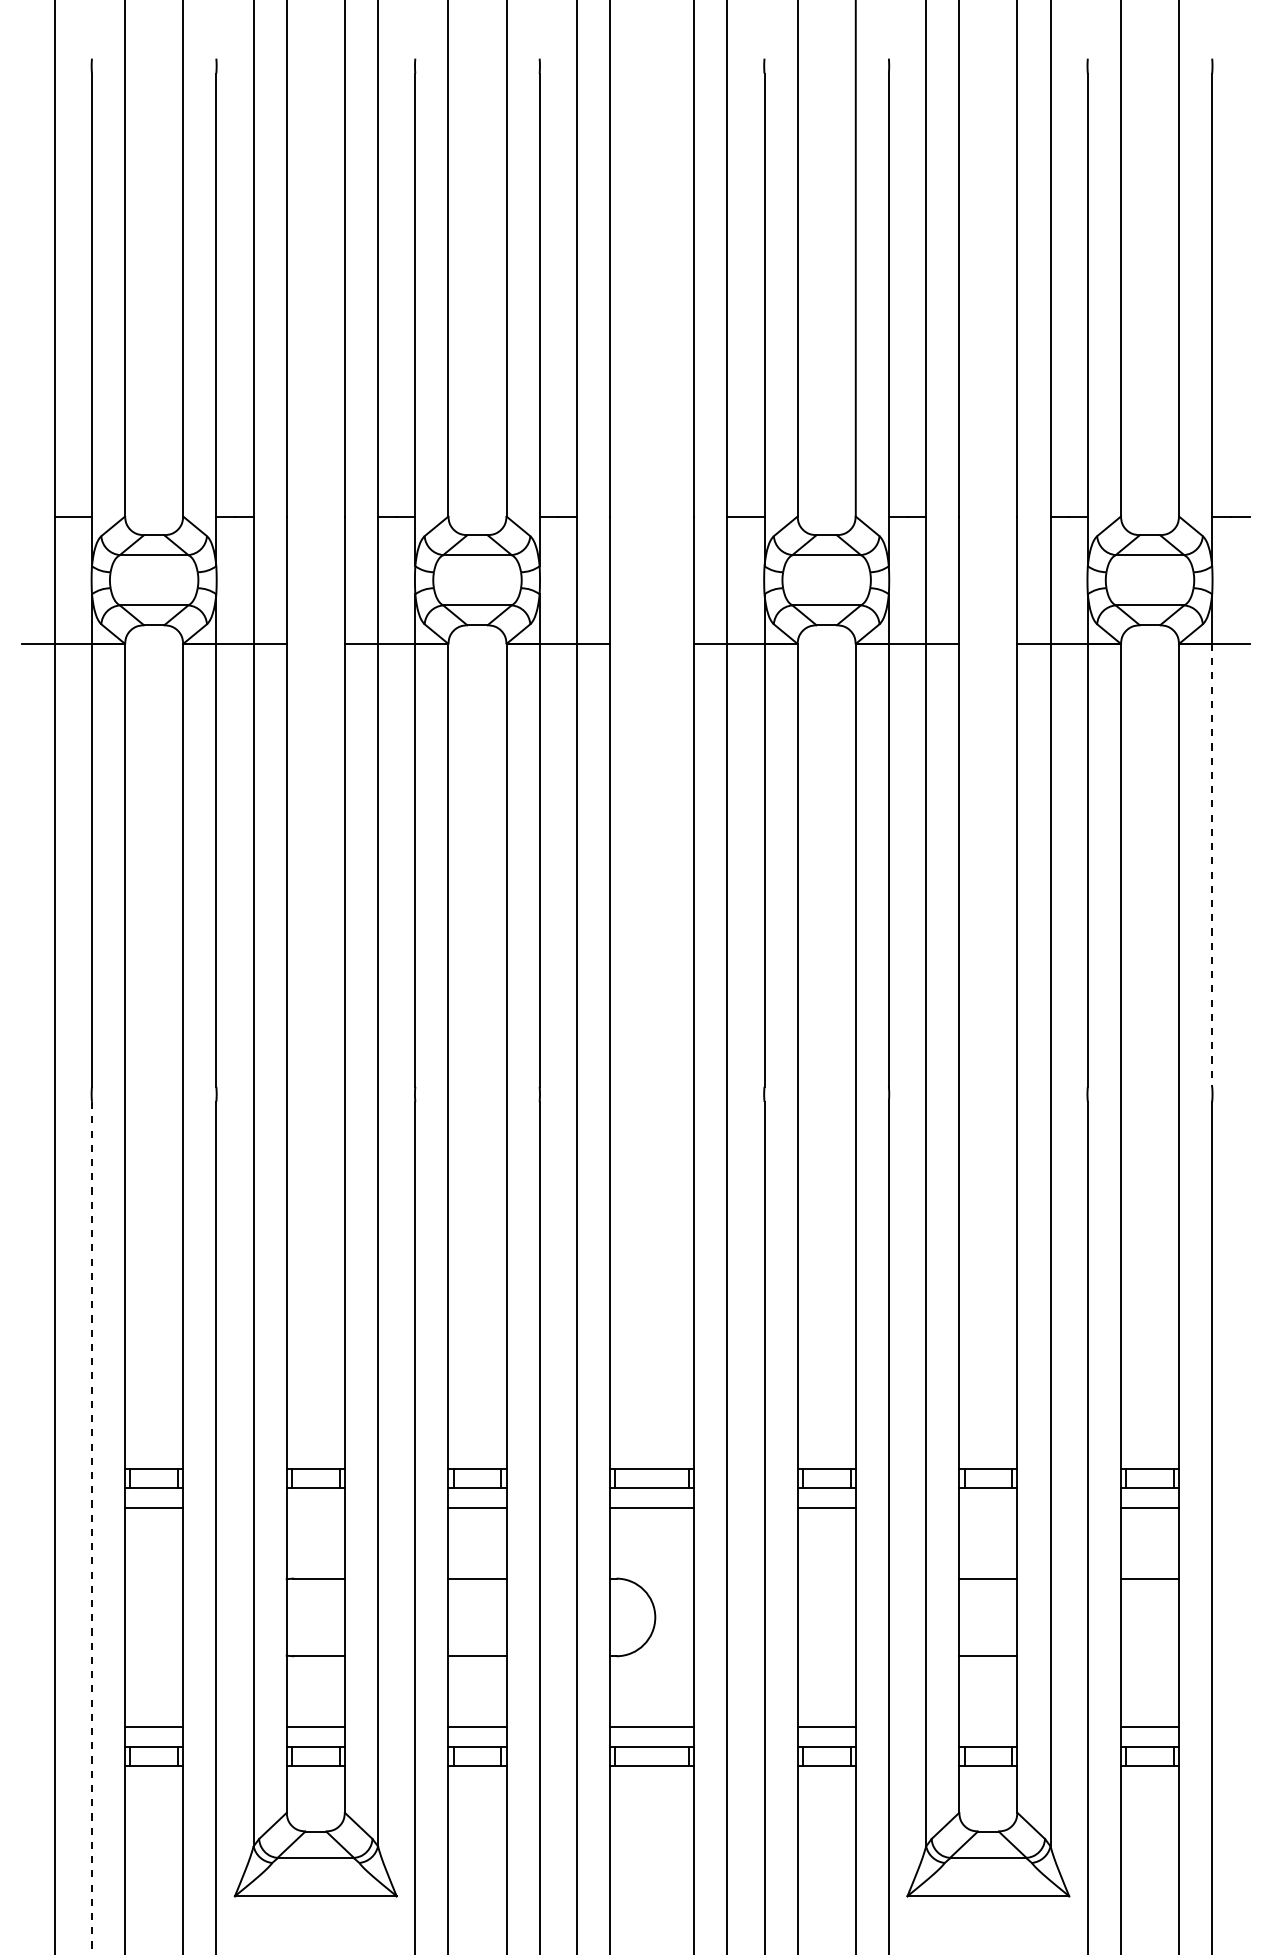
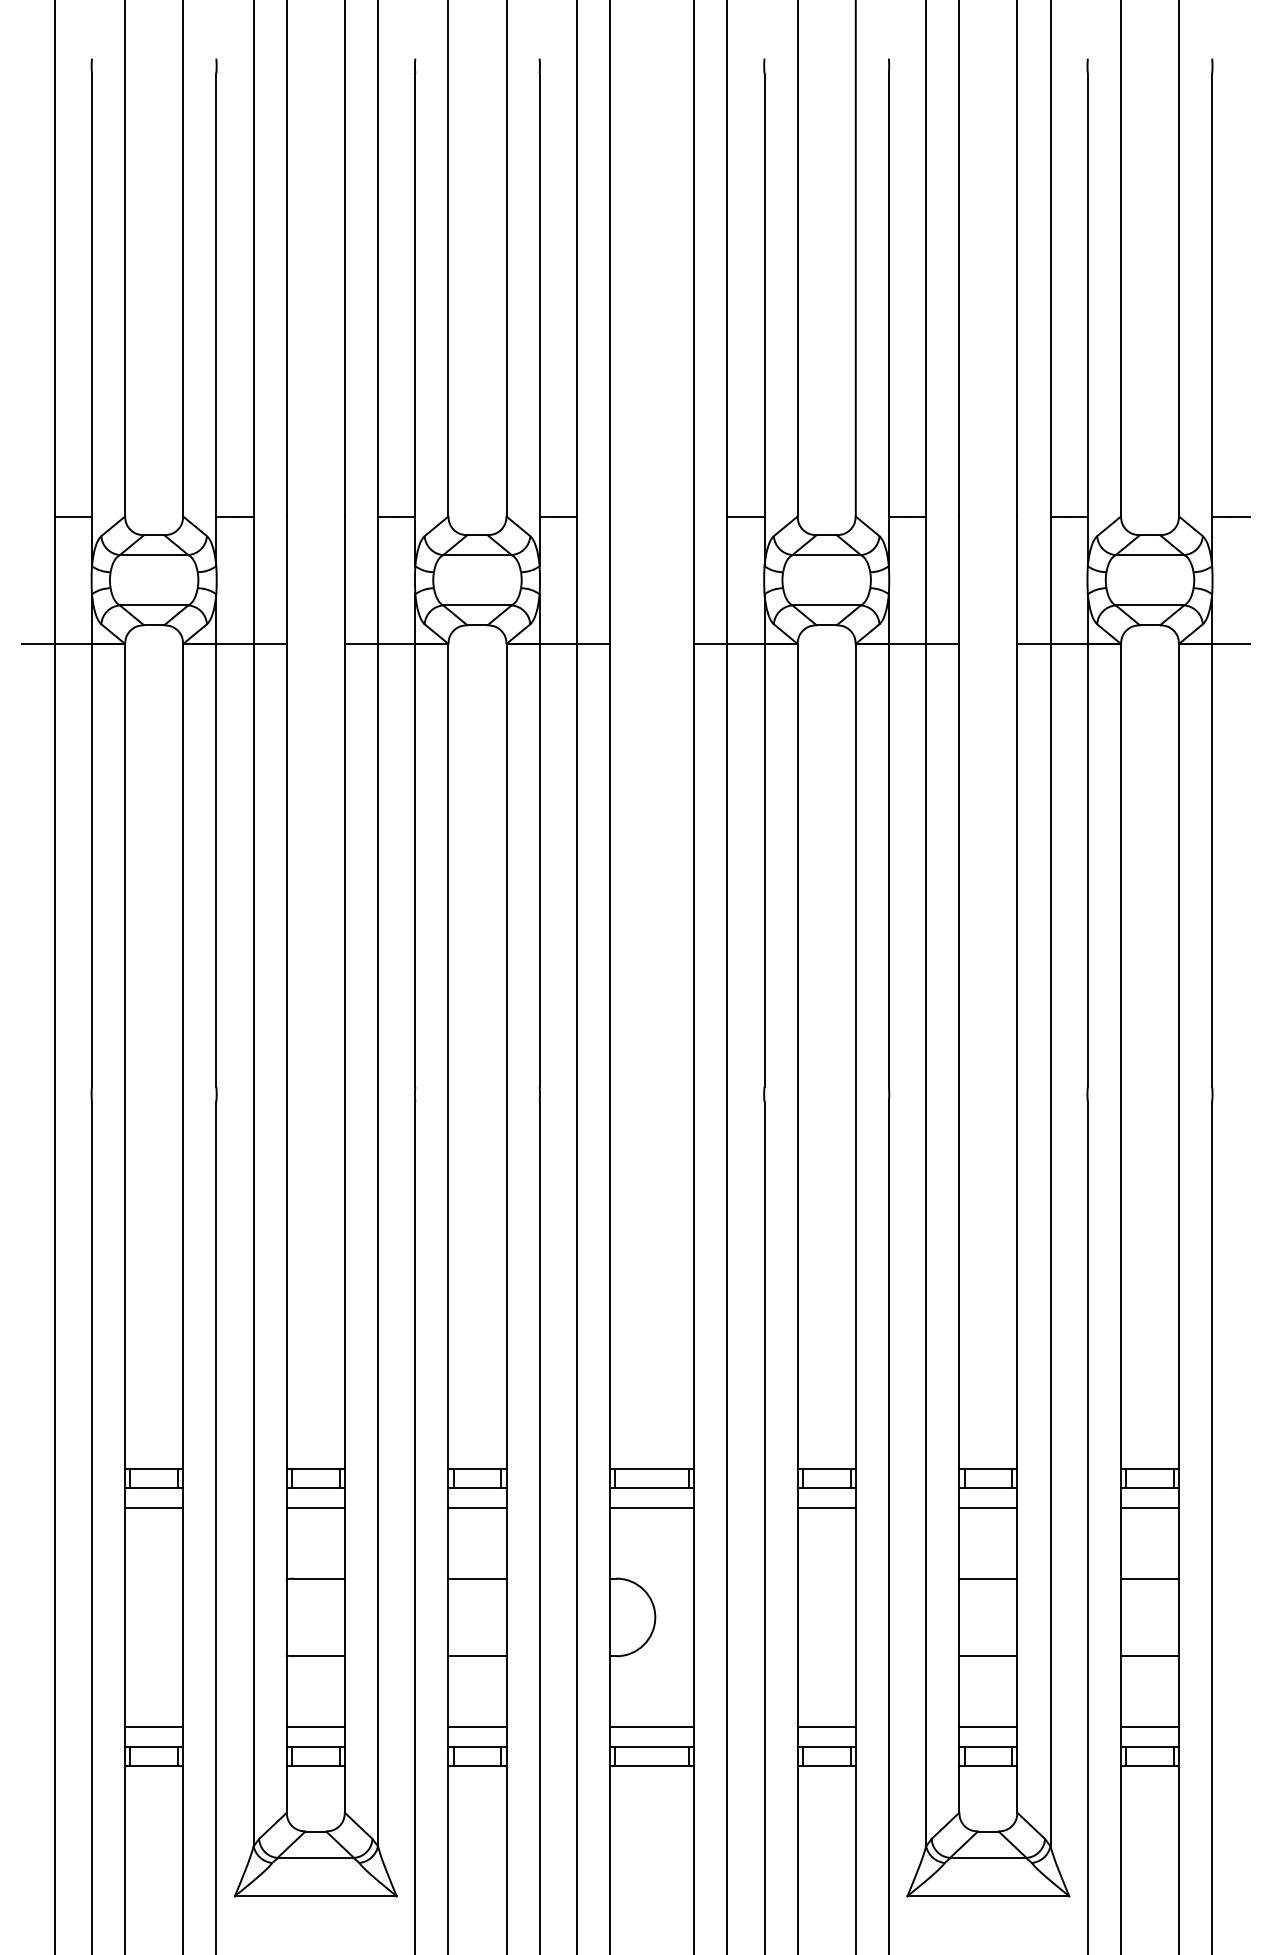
line at (1212, 865): dashed -> solid
line at (315, 1507): none -> present
line at (988, 1507): none -> present
line at (91, 1527): dashed -> solid
line at (1149, 1656): none -> present
line at (988, 1727): none -> present
